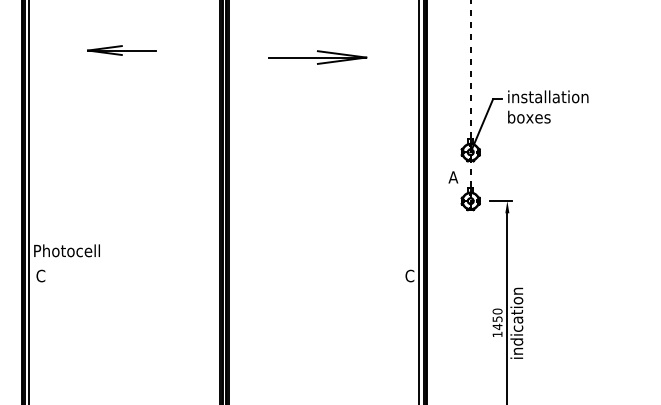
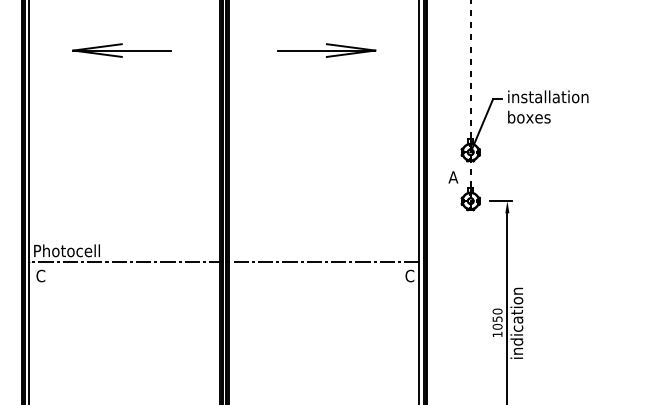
part at (121, 50) size: 70x11 px -> 100x15 px
part at (317, 57) position: (317, 57) -> (326, 50)
line at (224, 262): none -> present
text at (497, 326): 1450 -> 1050
